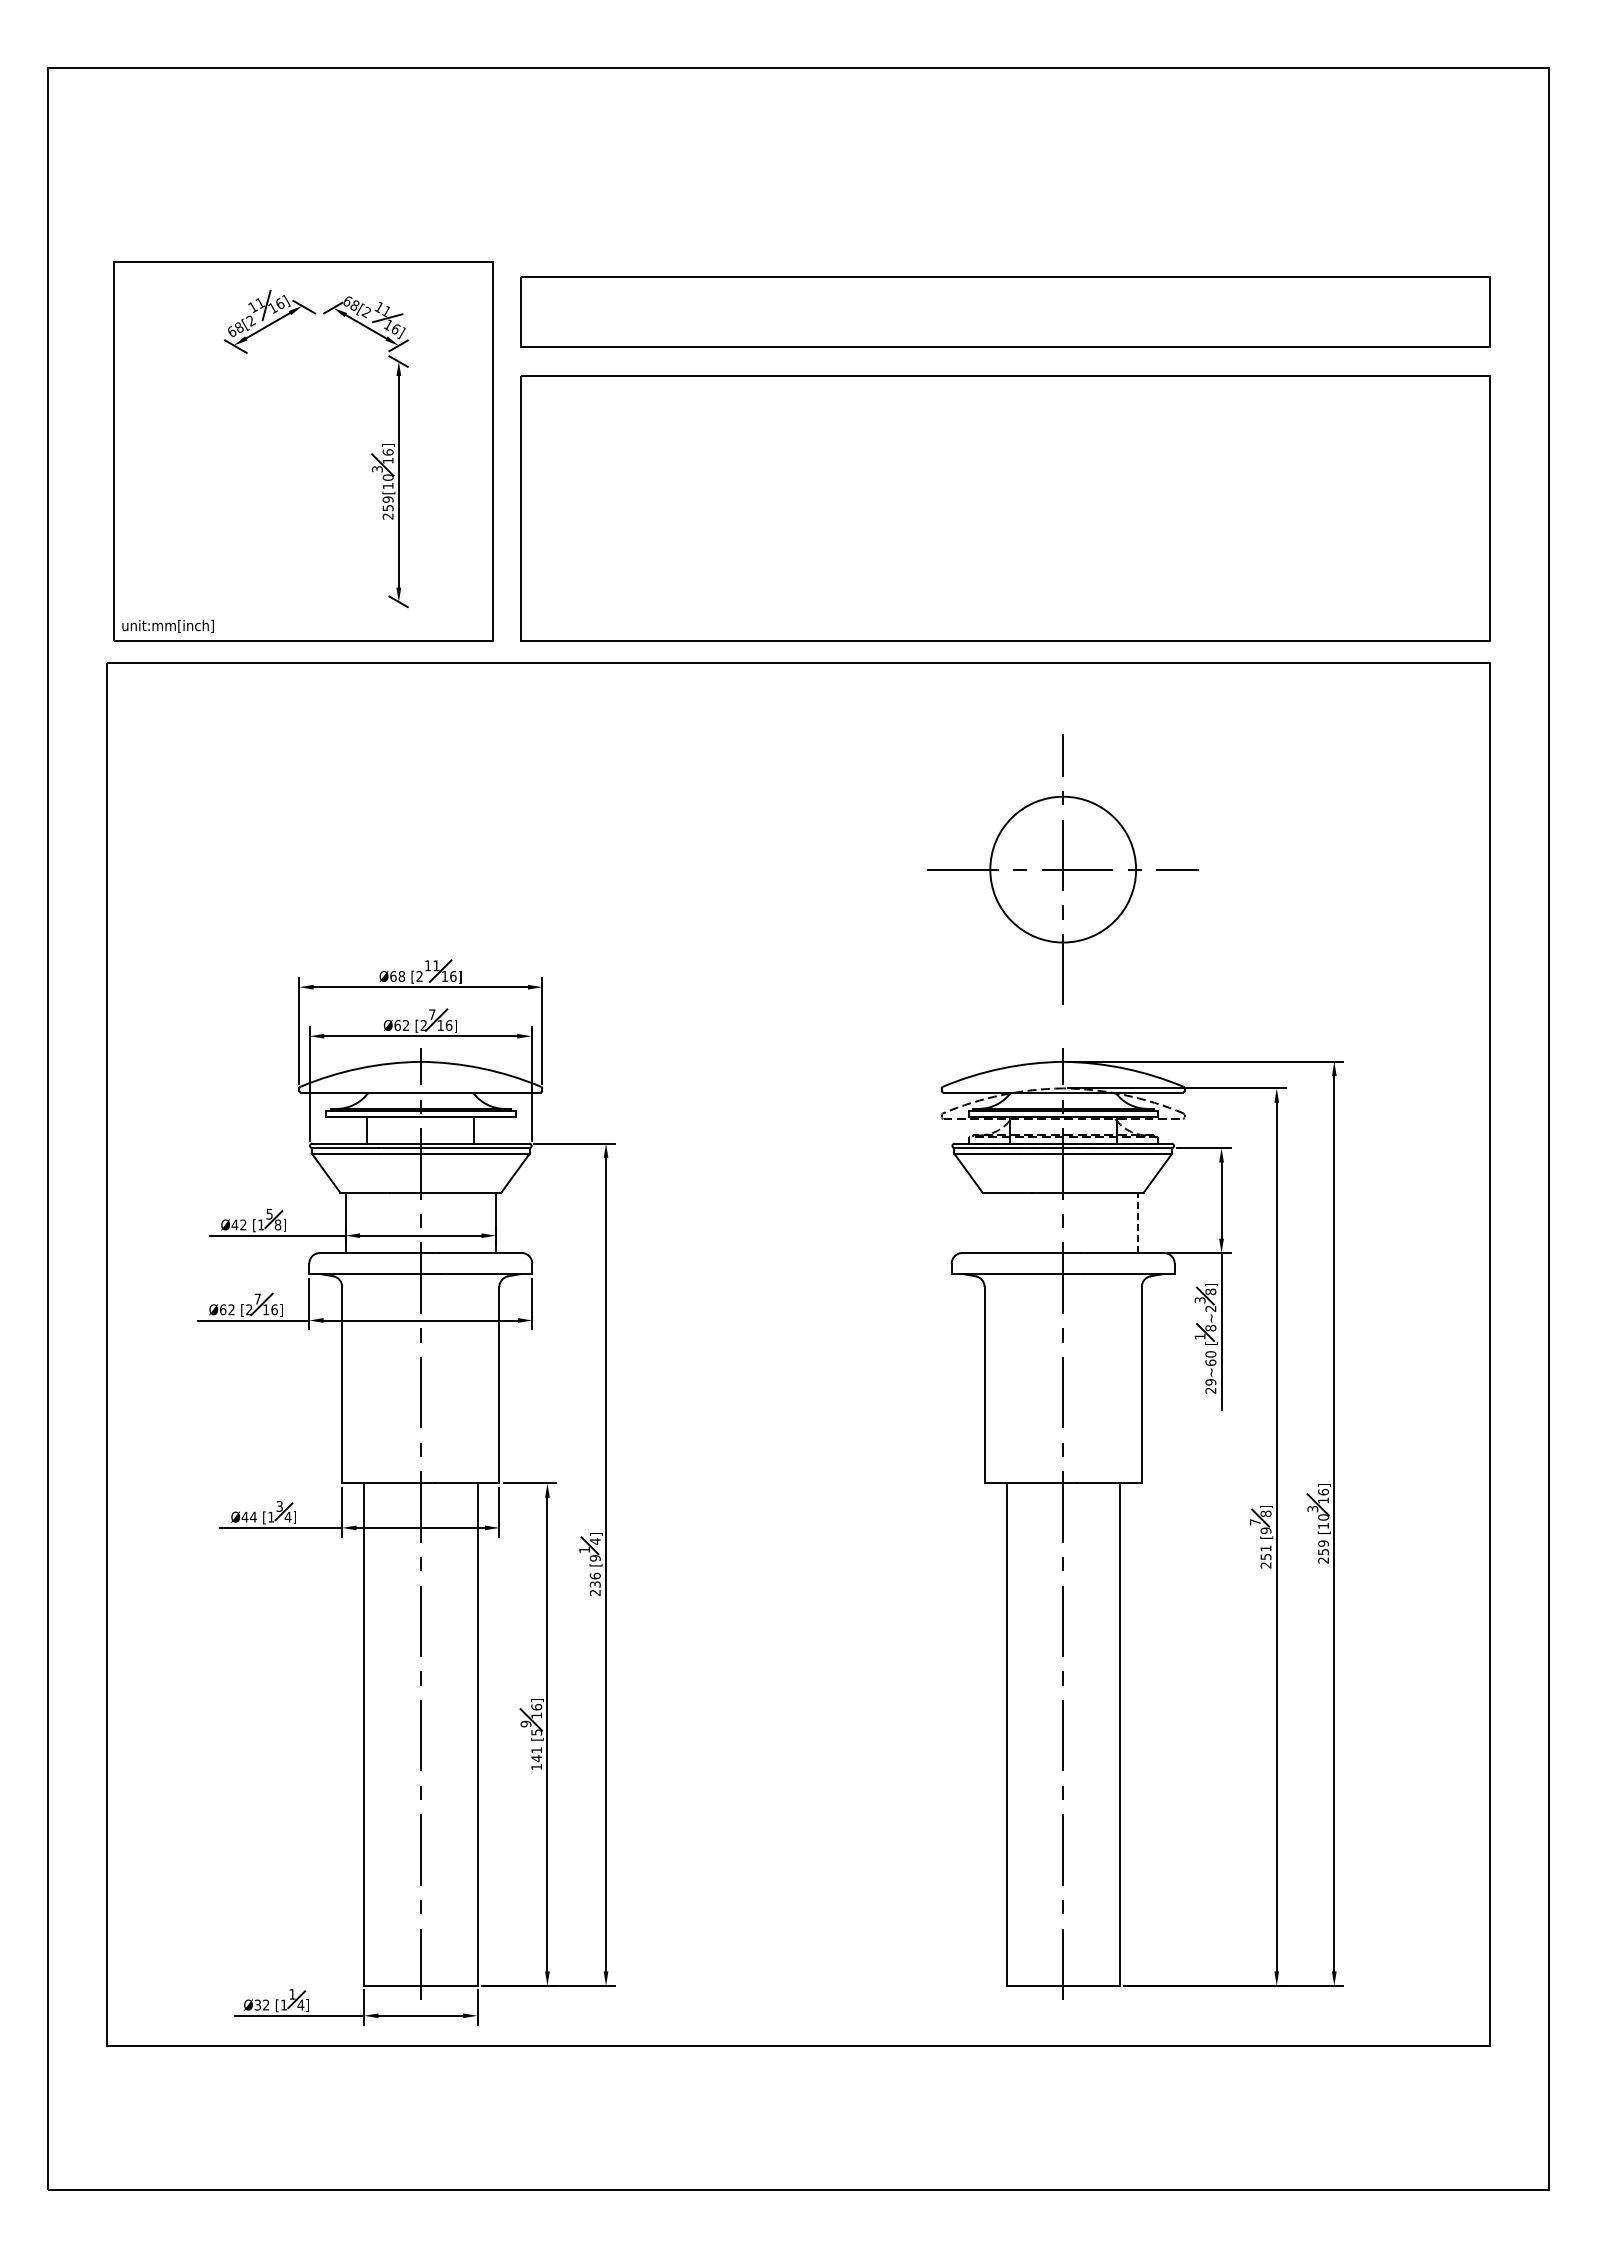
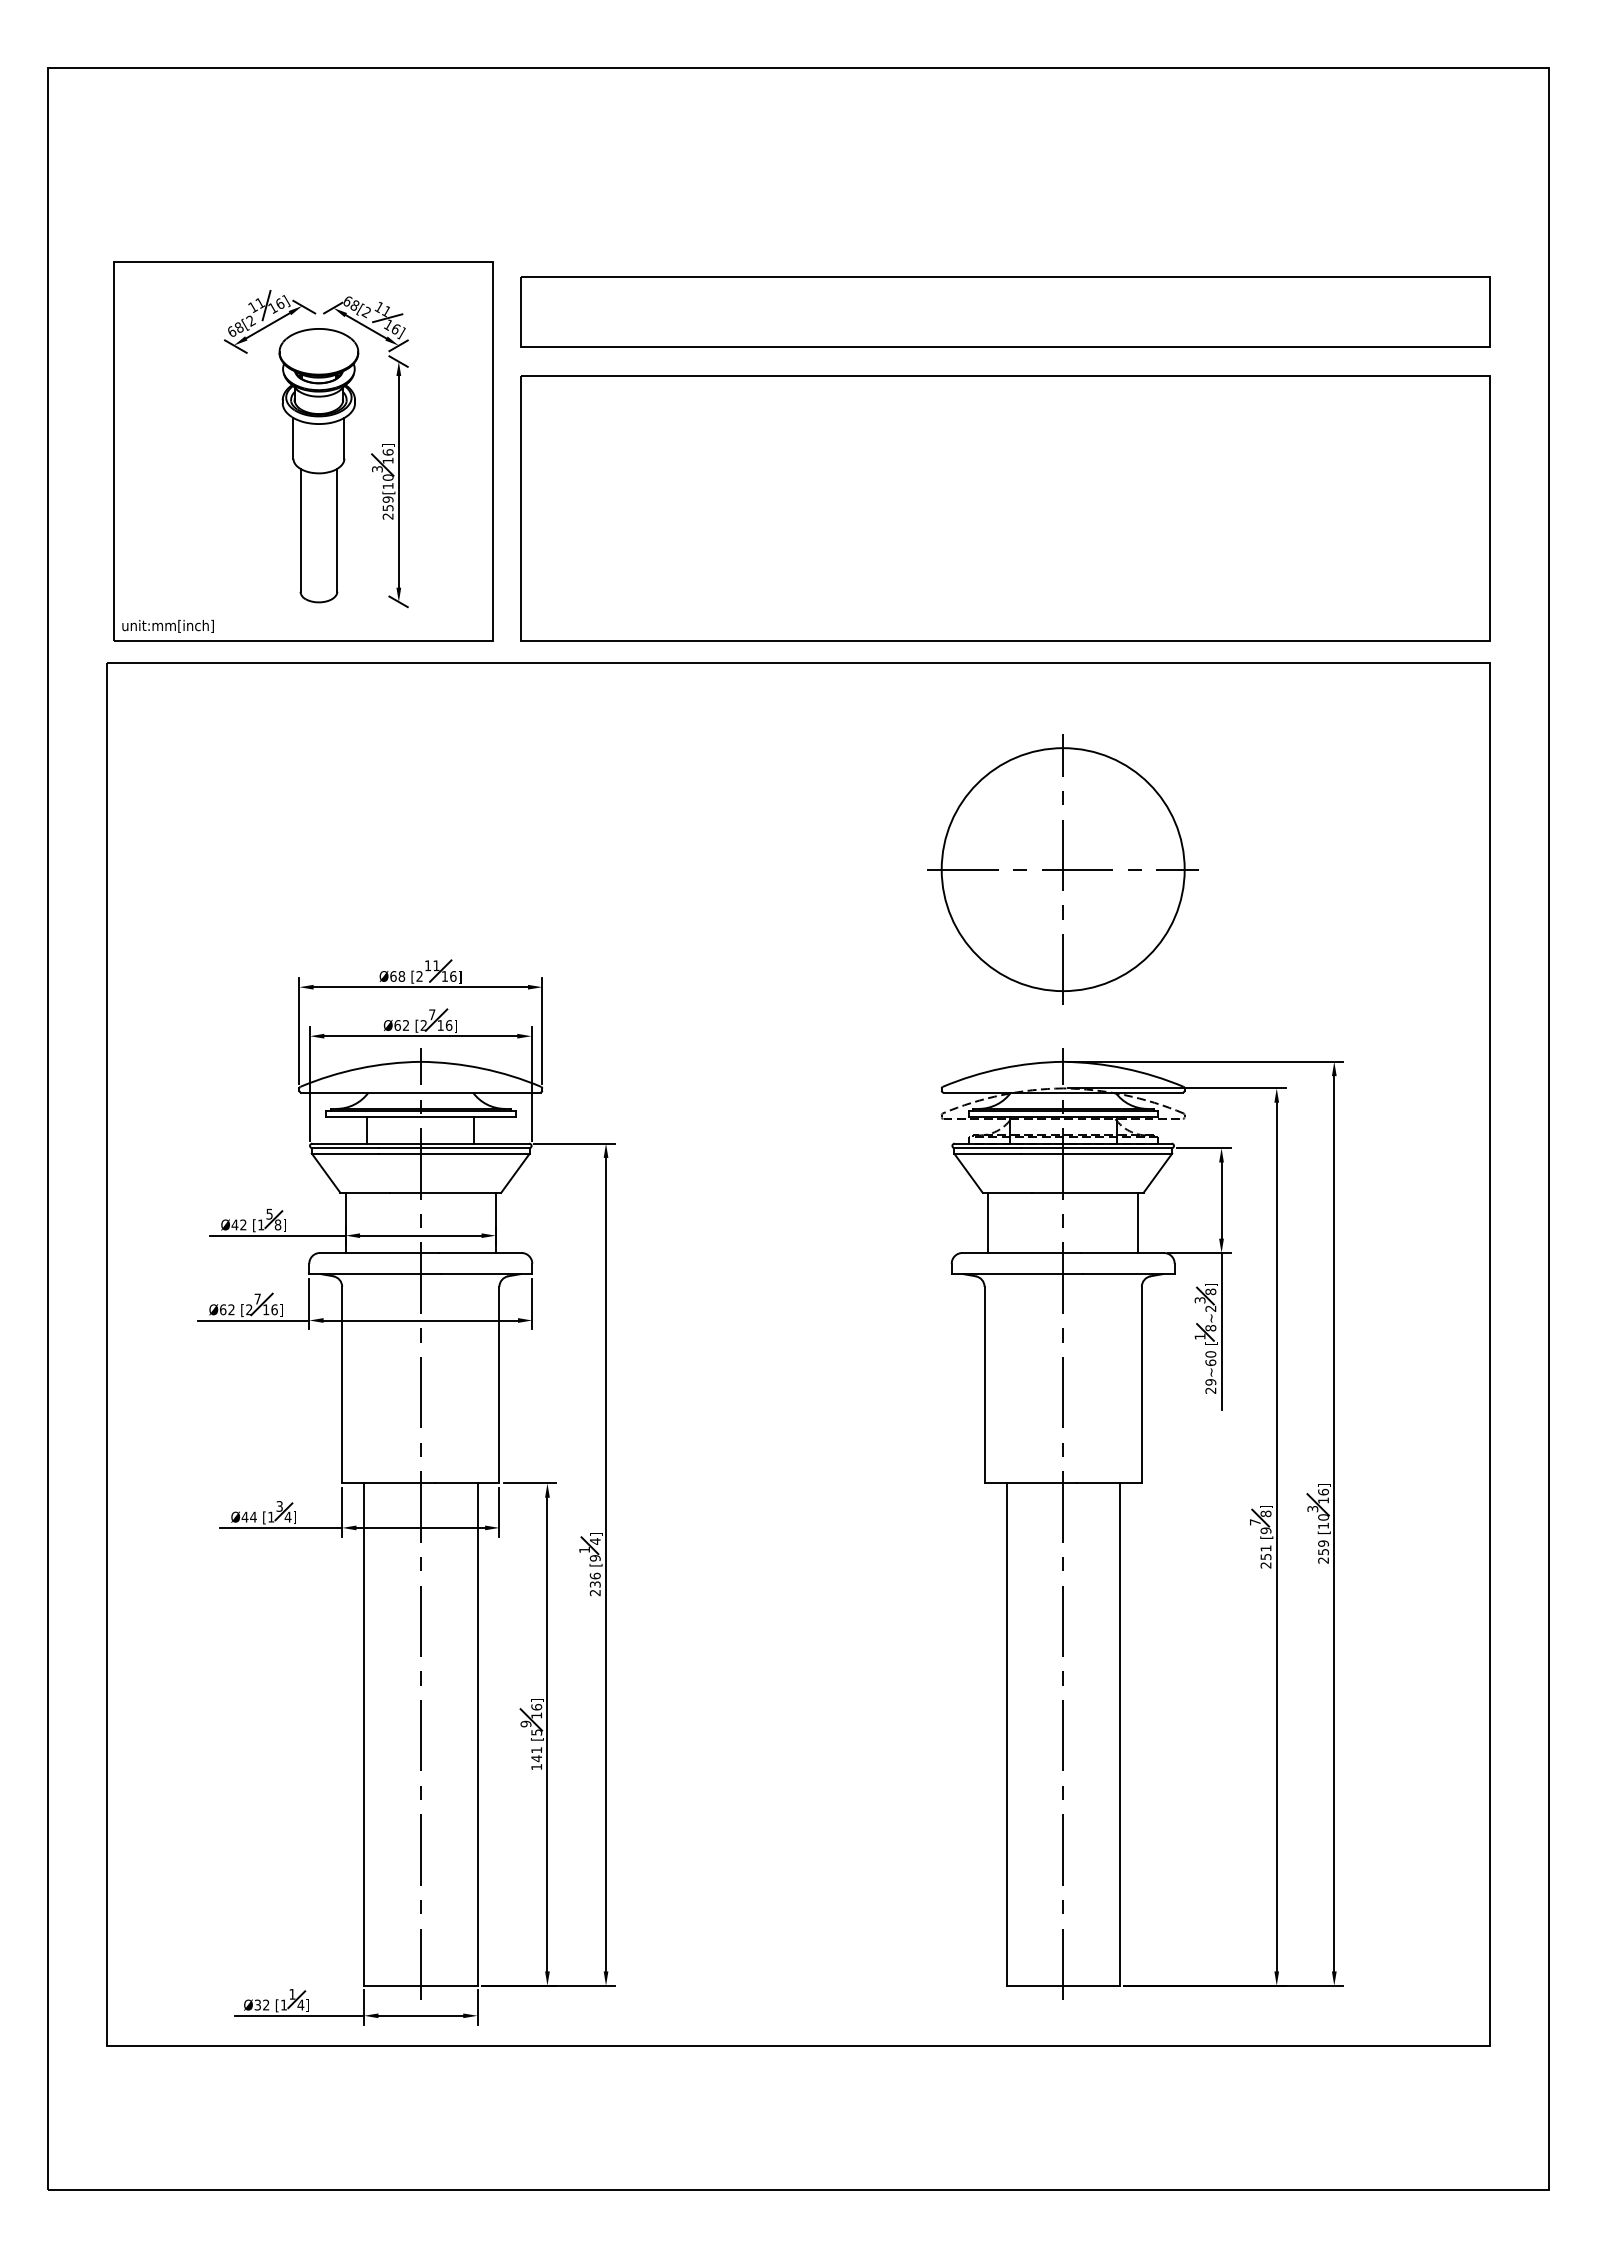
part at (318, 465): none -> present
circle at (1063, 869) diameter: 146 px -> 243 px
line at (988, 1222): none -> present
line at (1138, 1222): dashed -> solid
